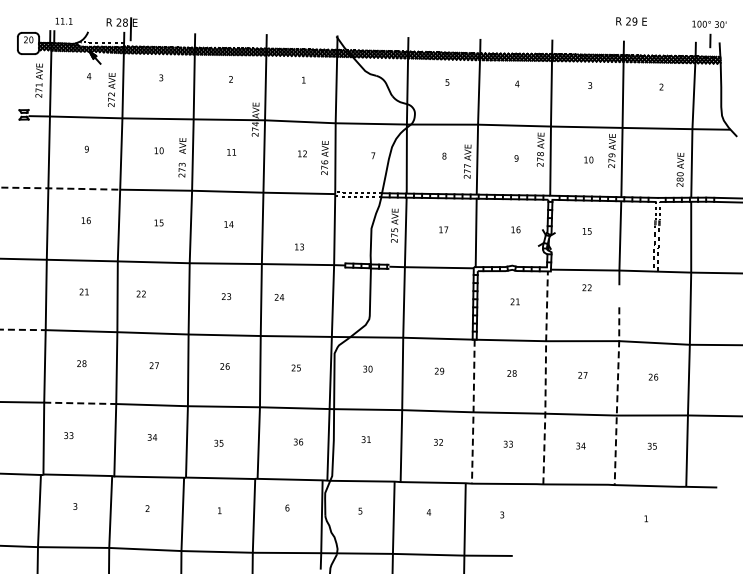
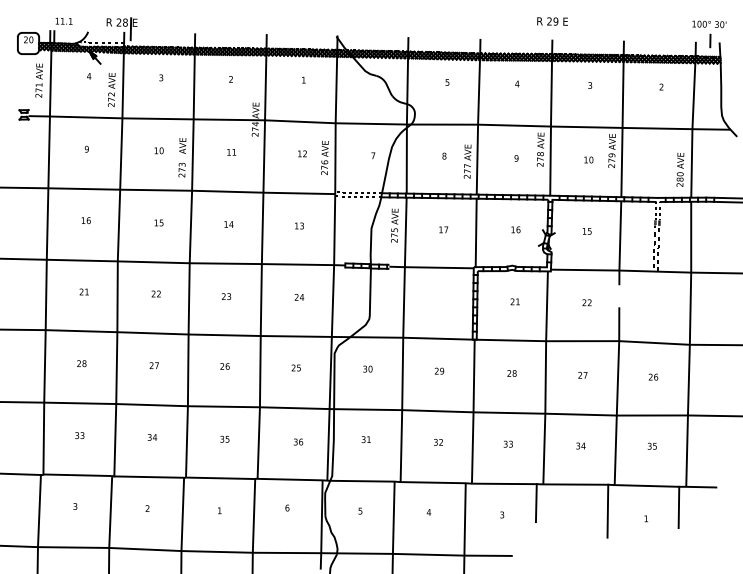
text at (631, 21) position: (631, 21) -> (552, 21)
line at (59, 188): dashed -> solid
text at (299, 246) position: (299, 246) -> (299, 225)
text at (586, 287) position: (586, 287) -> (586, 302)
text at (140, 293) position: (140, 293) -> (155, 293)
text at (279, 297) position: (279, 297) -> (299, 297)
line at (23, 329): dashed -> solid
line at (545, 377): dashed -> solid
line at (617, 396): dashed -> solid
line at (80, 403): dashed -> solid
line at (473, 412): dashed -> solid
text at (68, 435) position: (68, 435) -> (79, 435)
text at (218, 442) position: (218, 442) -> (224, 438)
line at (535, 503): none -> present
line at (678, 507): none -> present
line at (607, 510): none -> present
